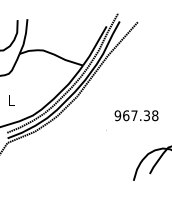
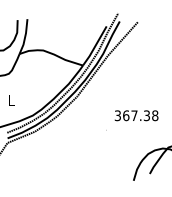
text at (117, 115): 967.38 -> 367.38
